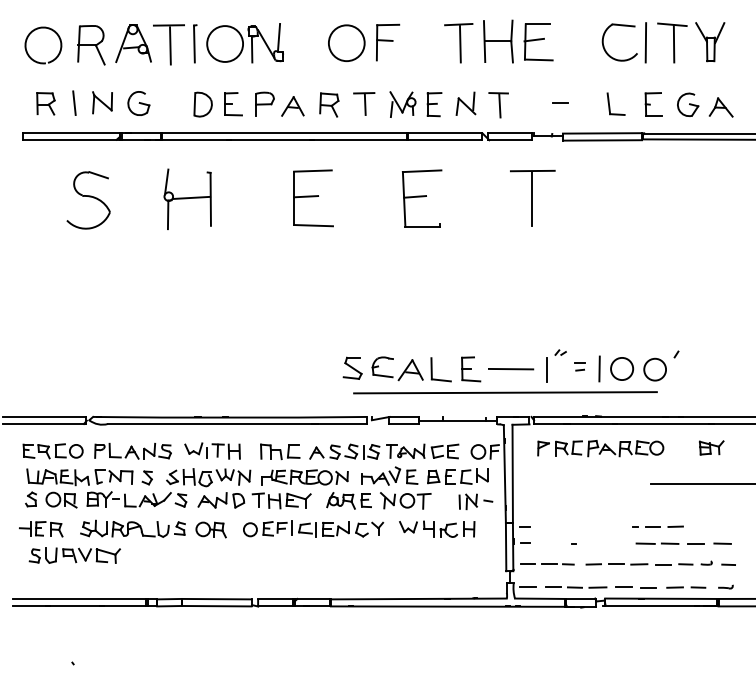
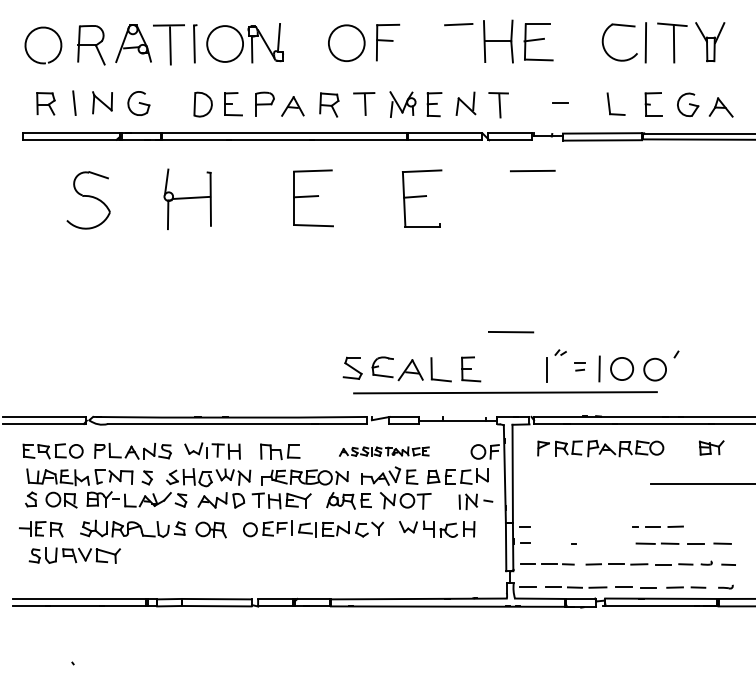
line at (459, 44): present -> none
line at (532, 198): present -> none
line at (511, 369) position: (511, 369) -> (511, 332)
part at (384, 451) size: 151x17 px -> 91x11 px
